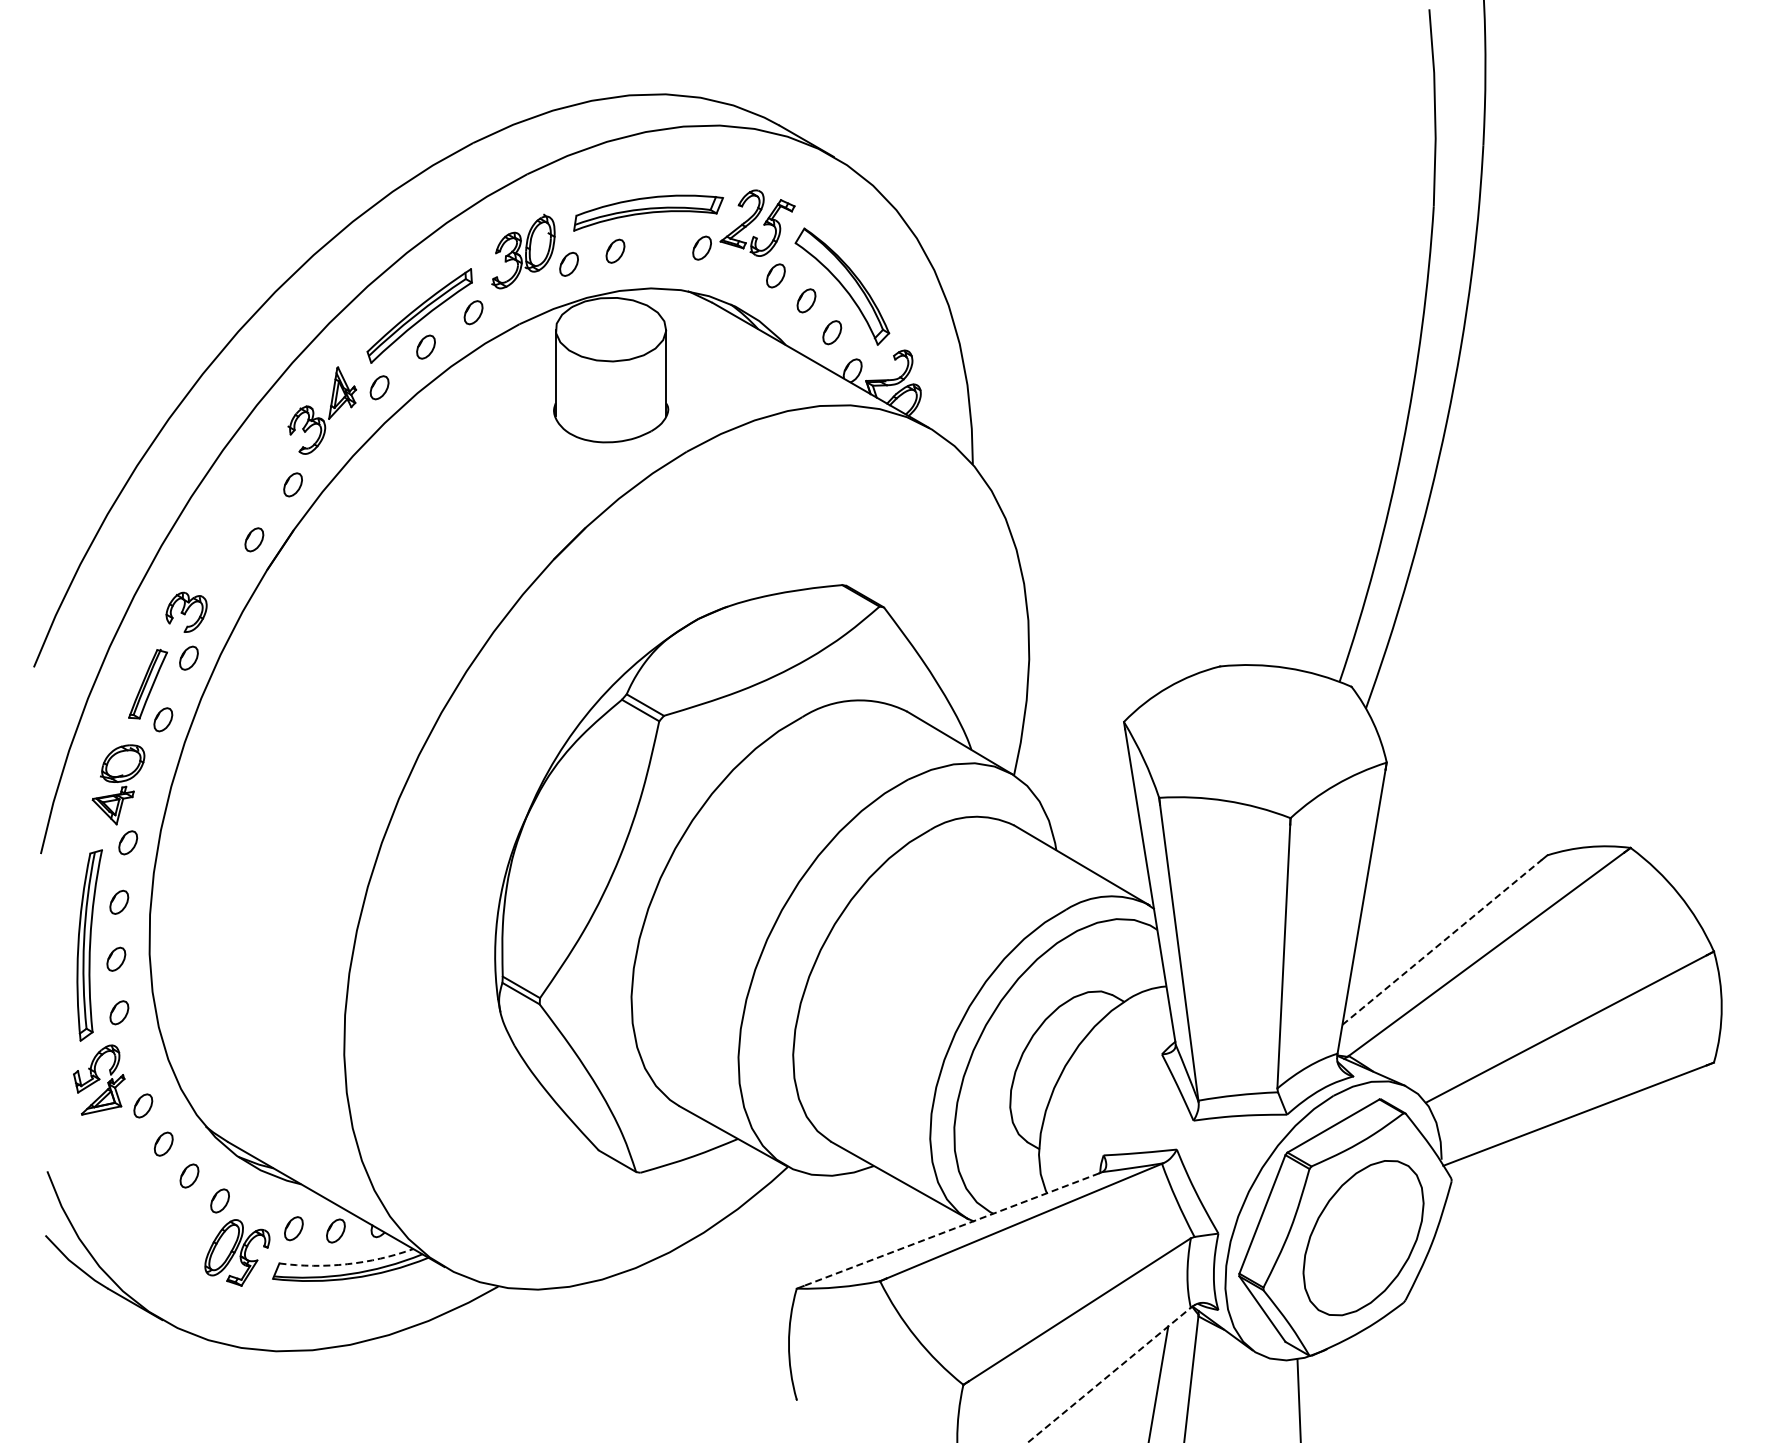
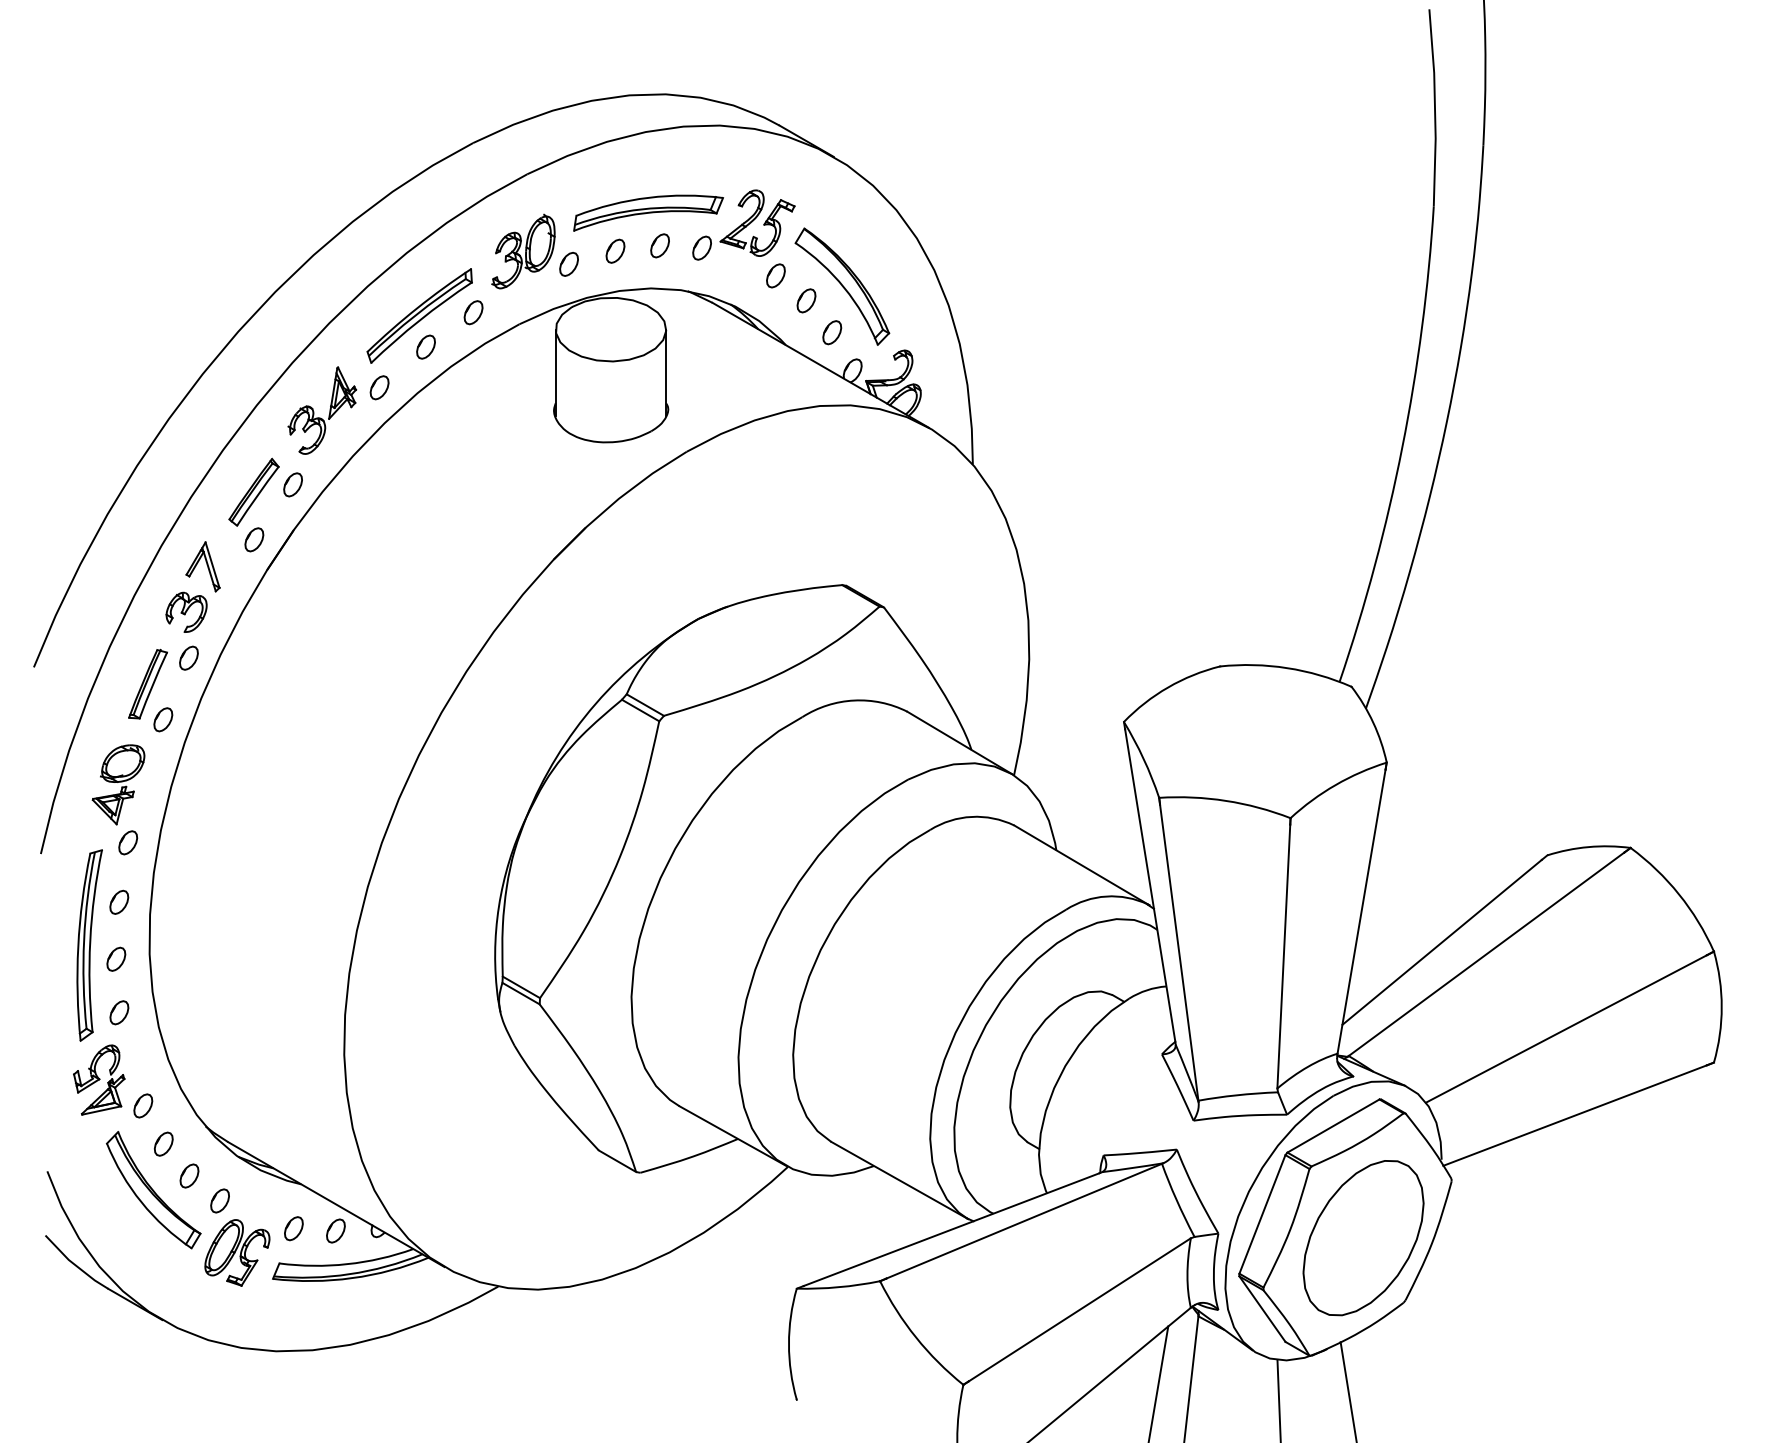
part at (659, 245): none -> present
part at (253, 491): none -> present
part at (202, 566): none -> present
line at (1442, 942): dashed -> solid
part at (153, 1190): none -> present
line at (951, 1229): dashed -> solid
arc at (347, 1264): dashed -> solid
line at (1109, 1375): dashed -> solid
line at (1348, 1390): none -> present
line at (1298, 1398) position: (1298, 1398) -> (1278, 1399)
